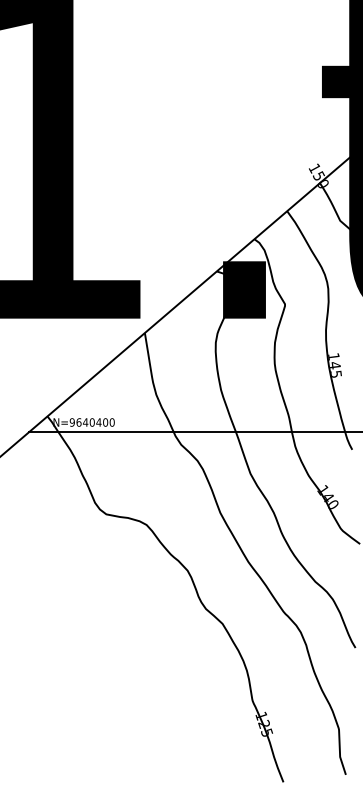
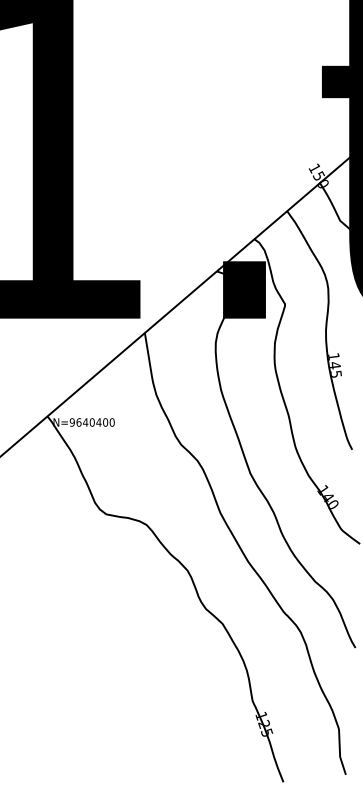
line at (193, 432): present -> none
